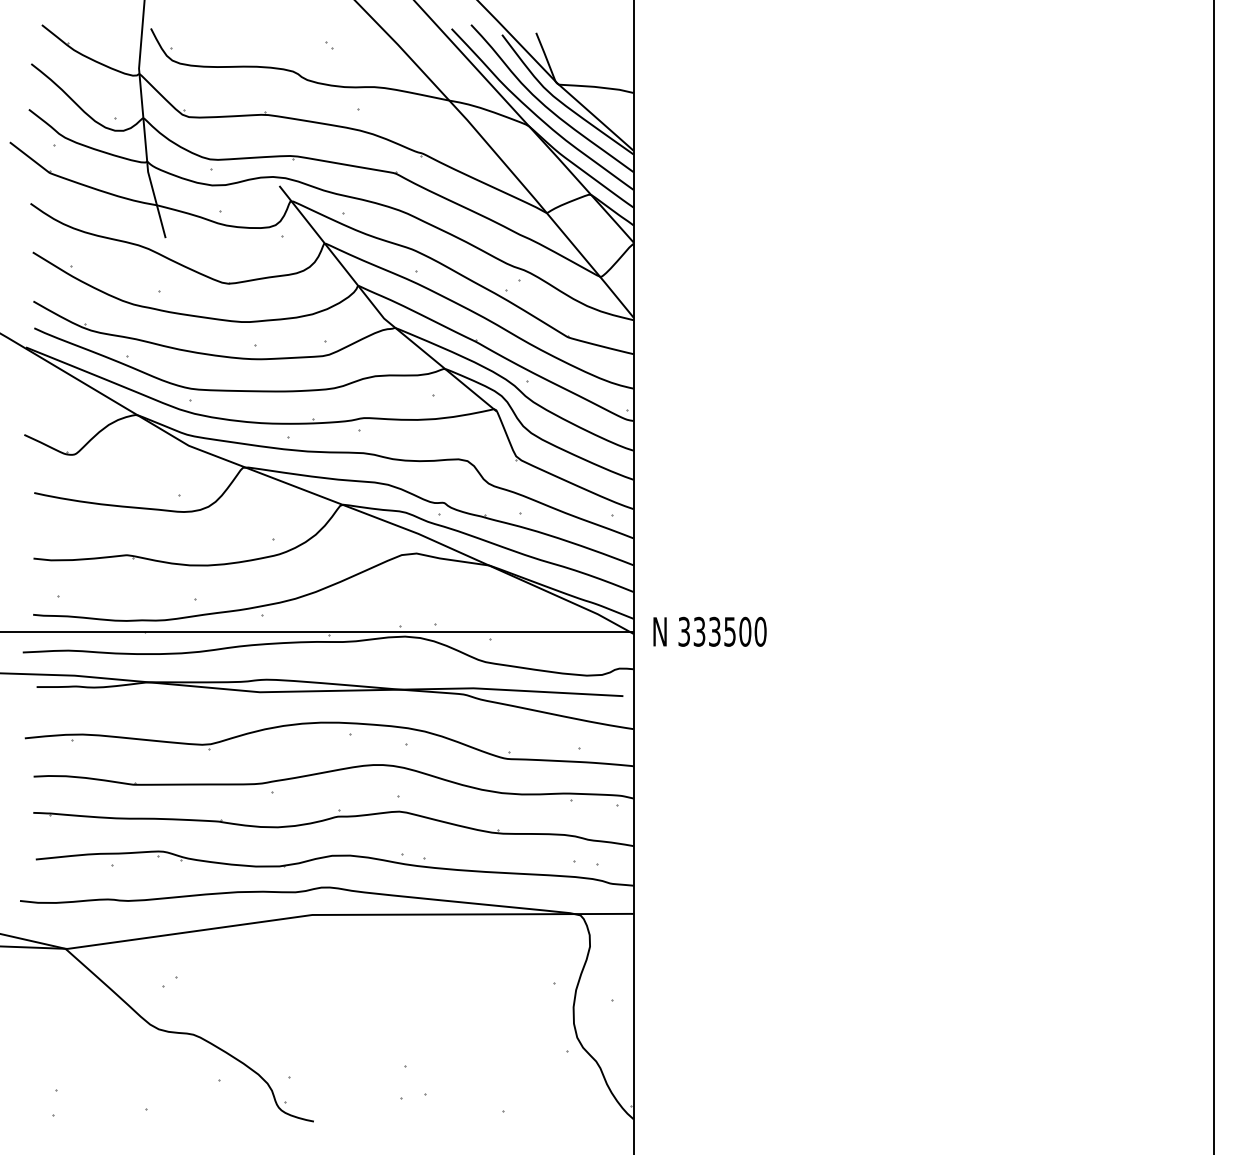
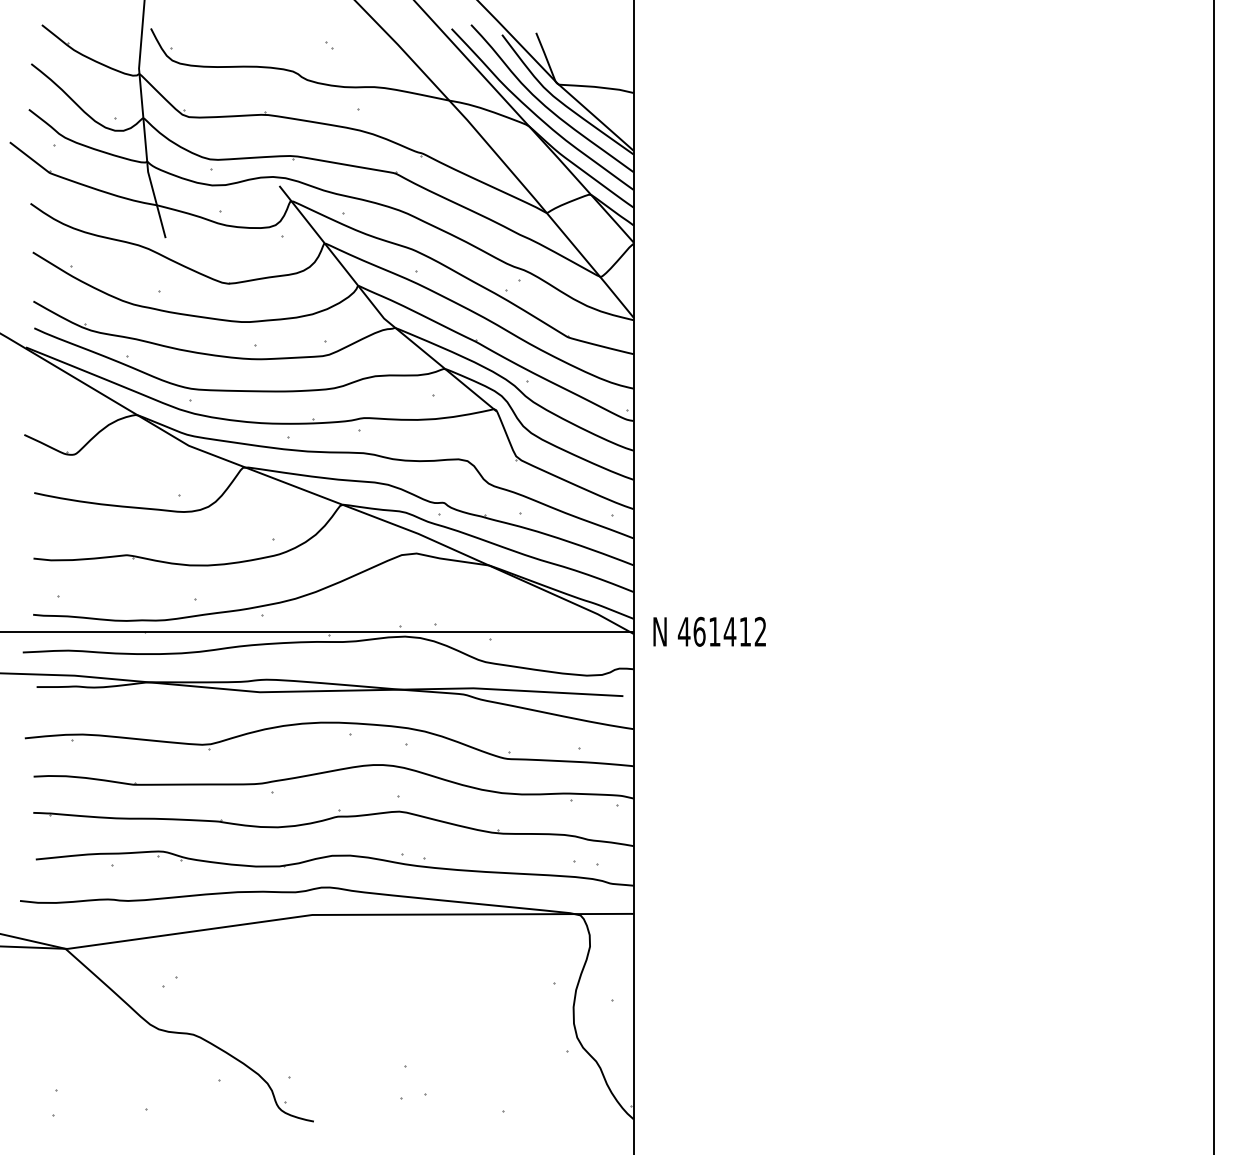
text at (721, 631): 333500 -> 461412
